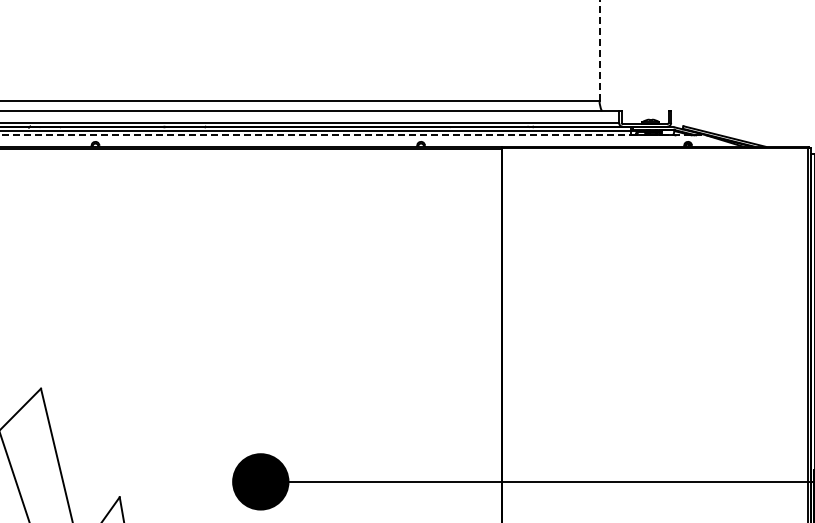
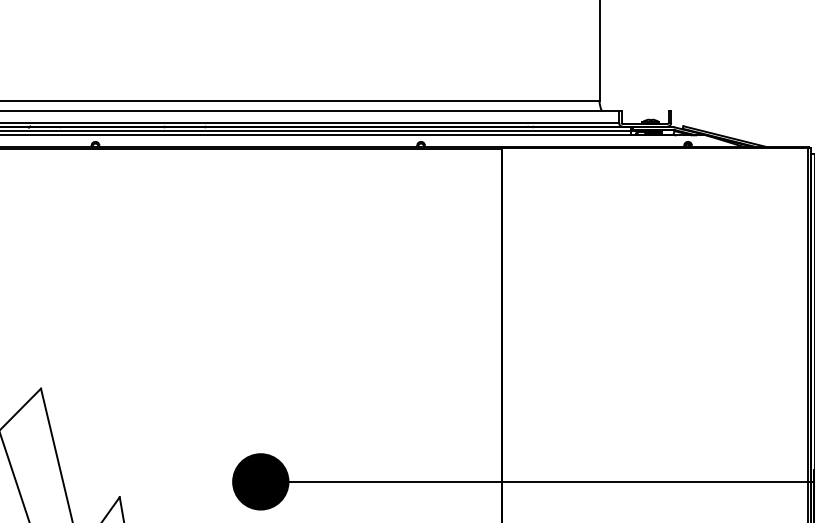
line at (599, 50): dashed -> solid
line at (353, 135): dashed -> solid
